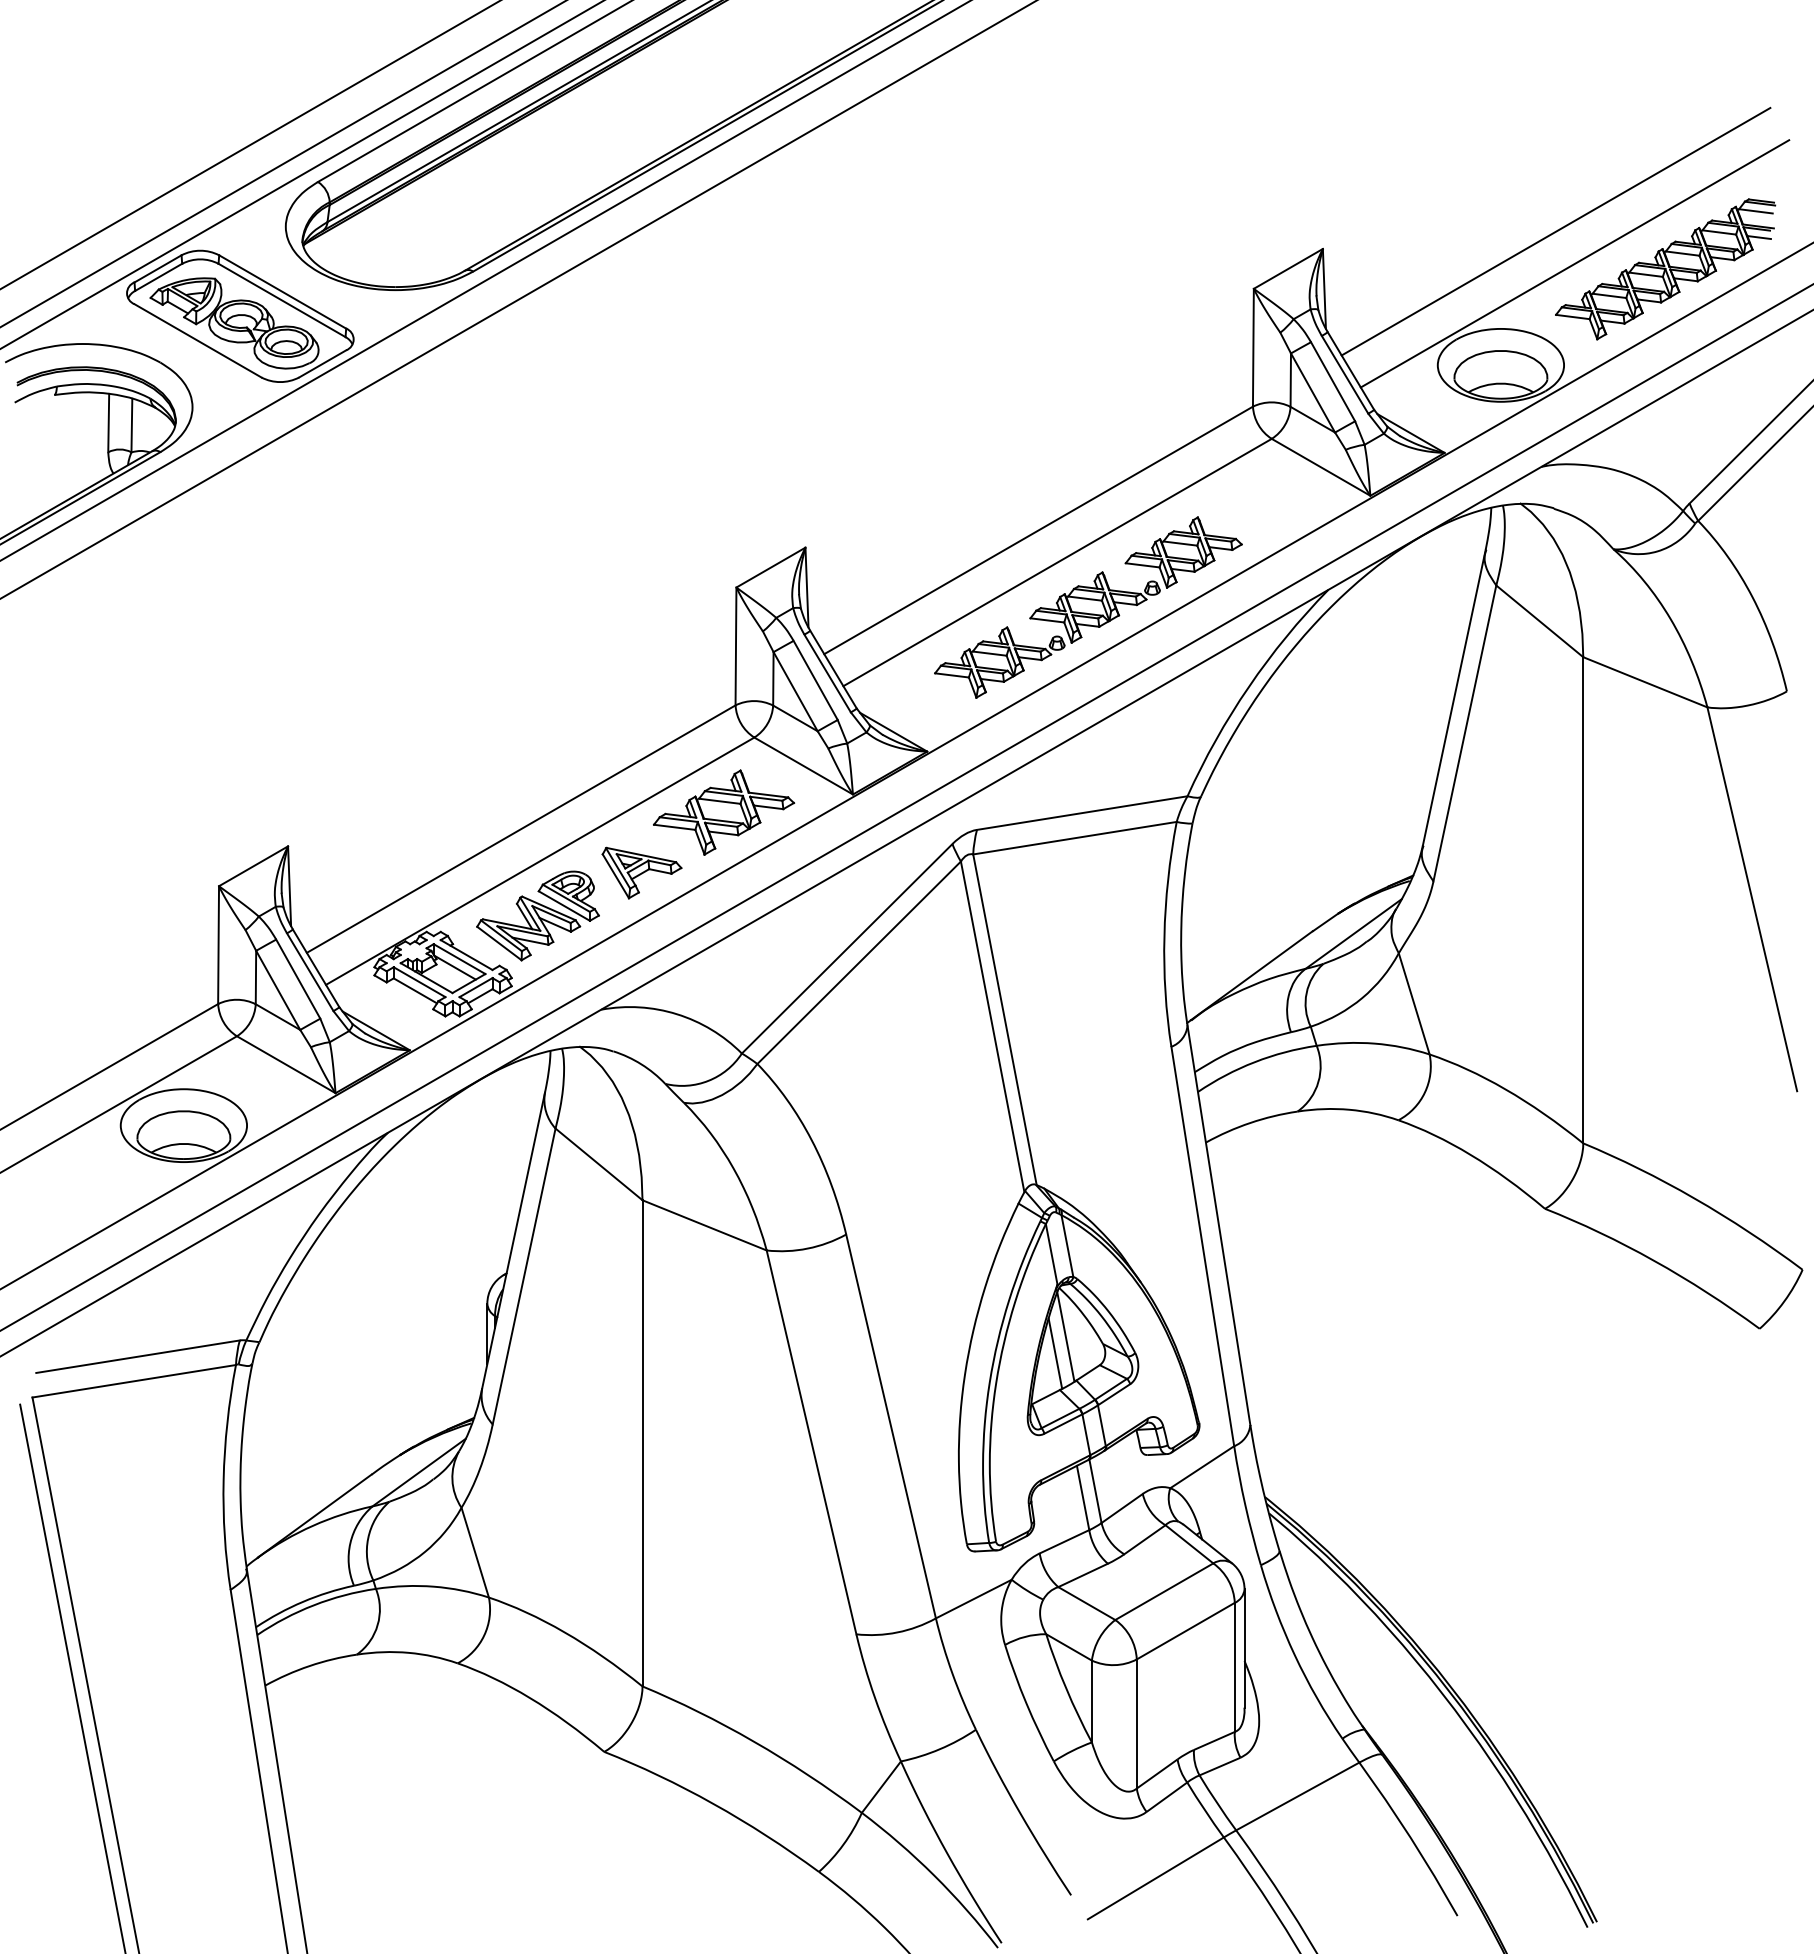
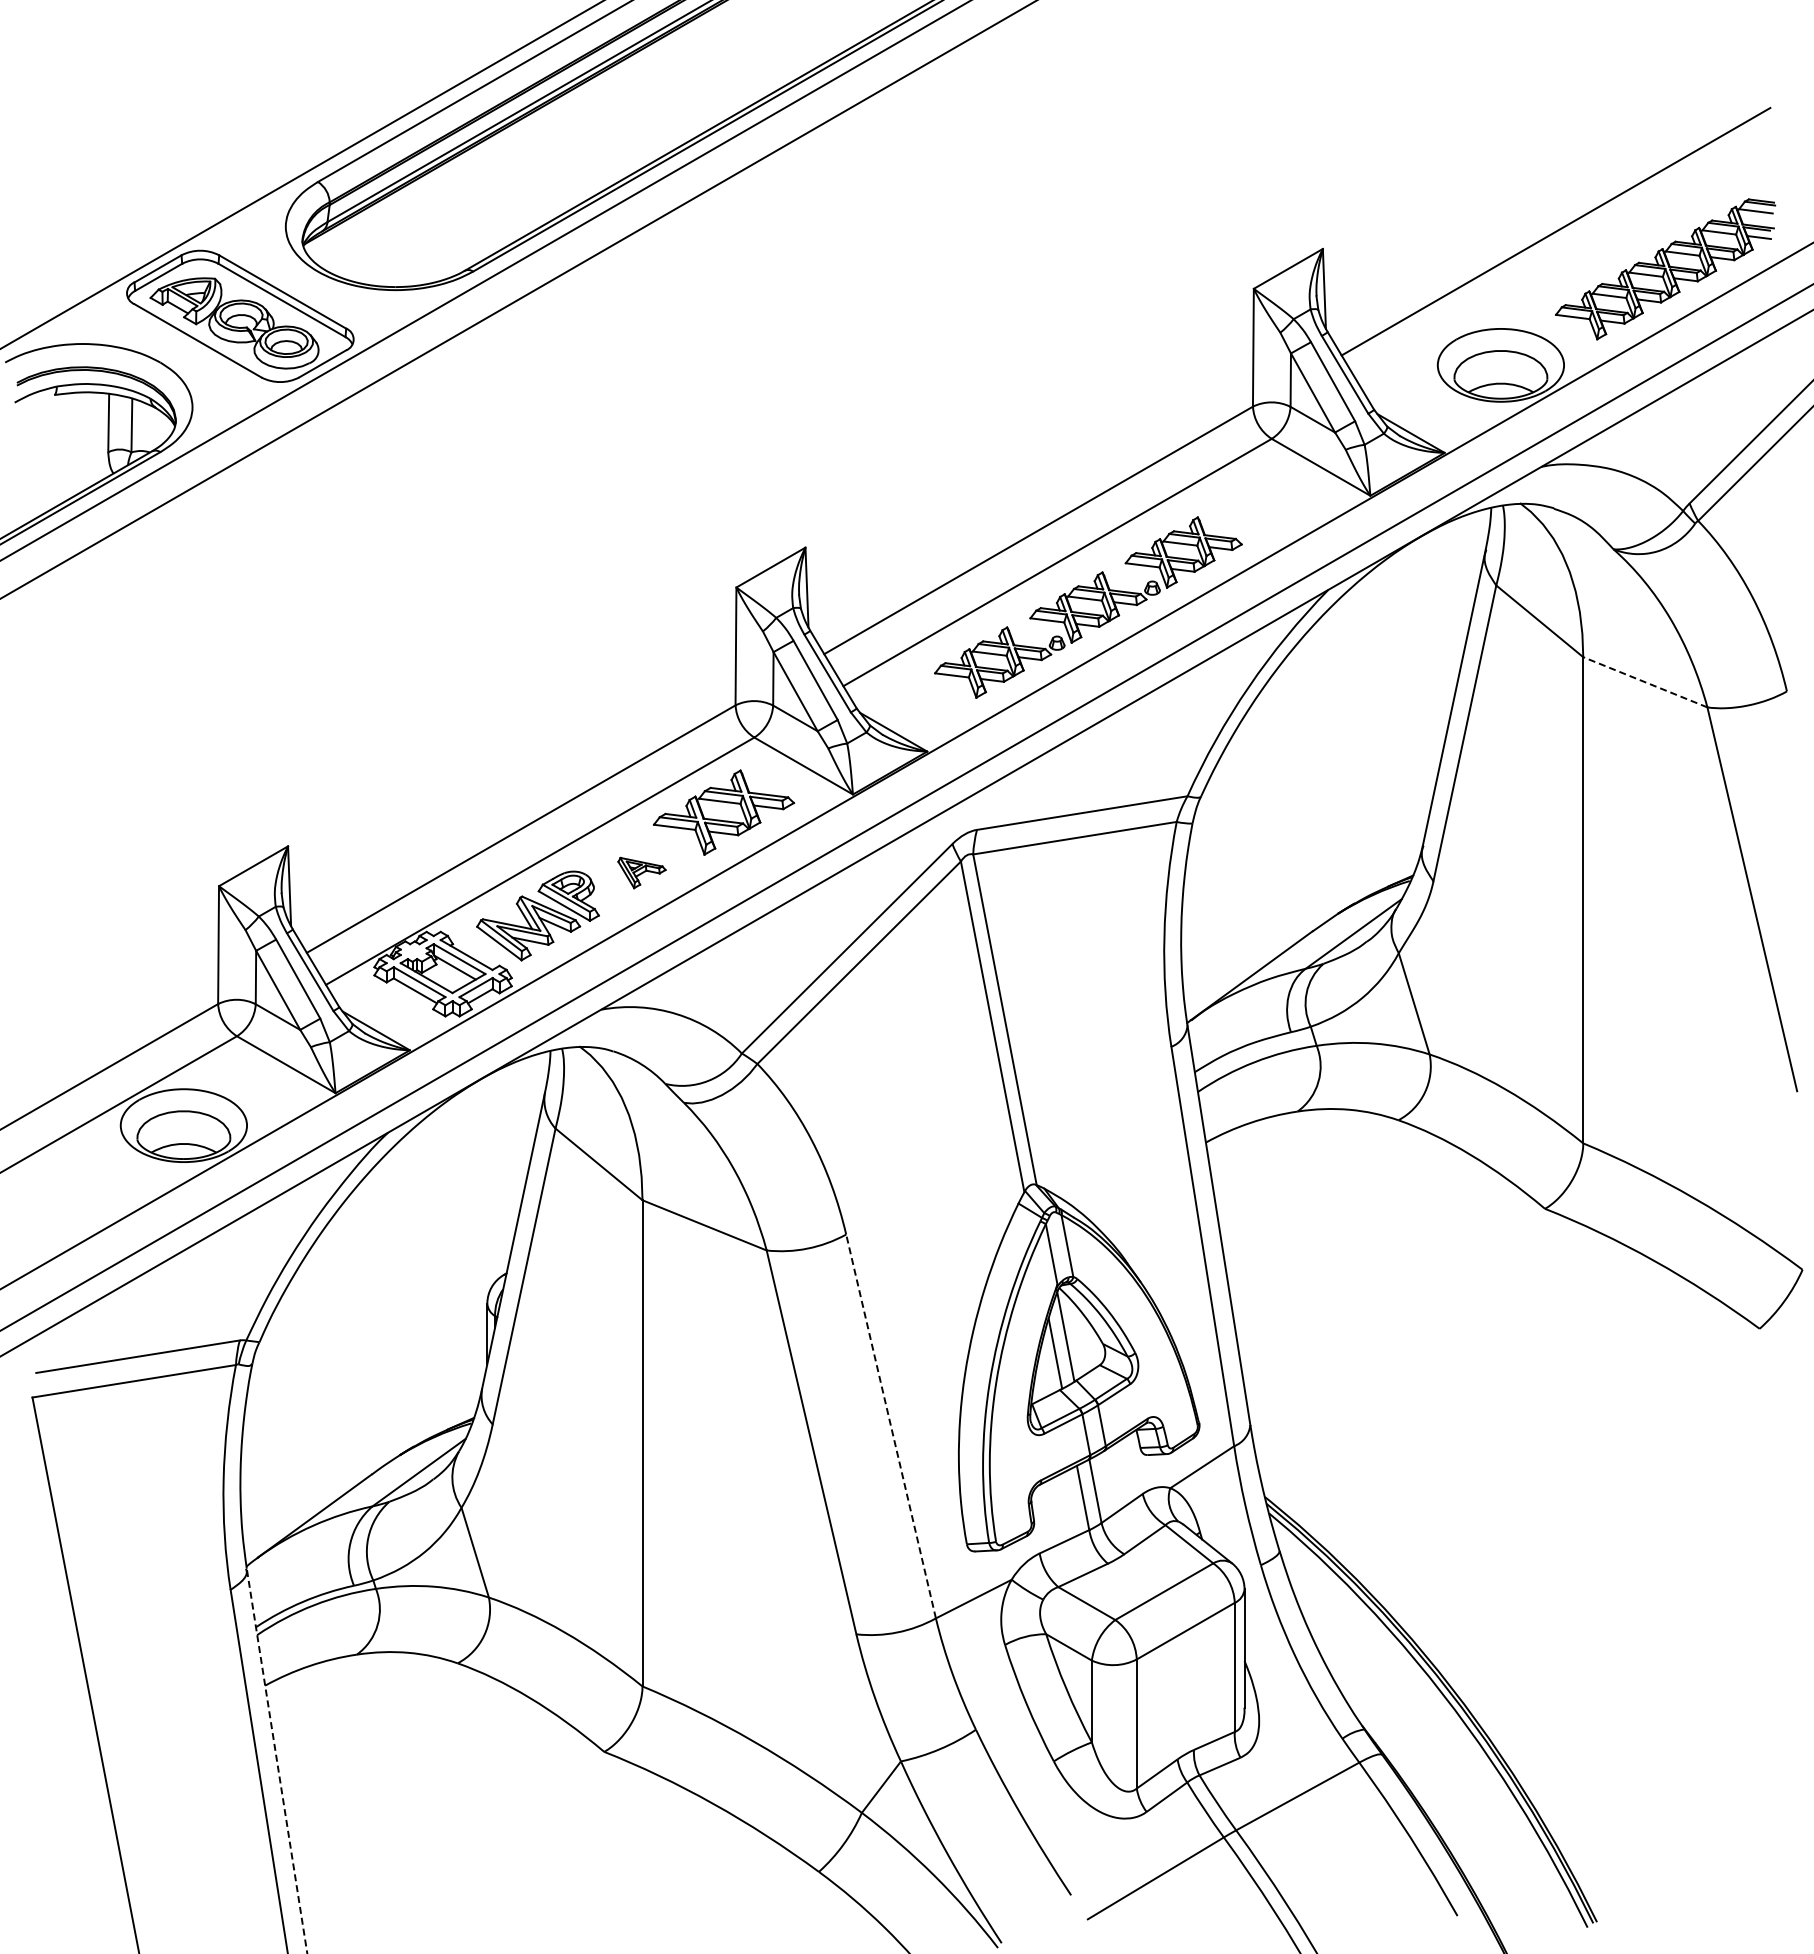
line at (249, 145): present -> none
line at (282, 164): present -> none
line at (1574, 263): present -> none
line at (1645, 682): solid -> dashed
part at (641, 872) size: 82x54 px -> 50x34 px
line at (890, 1425): solid -> dashed
line at (72, 1677): present -> none
line at (277, 1761): solid -> dashed
